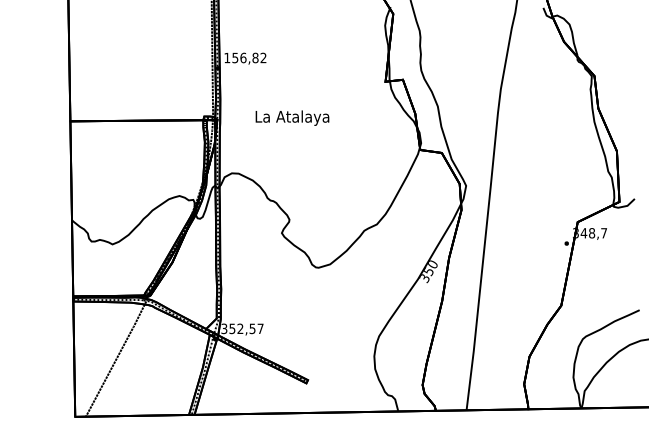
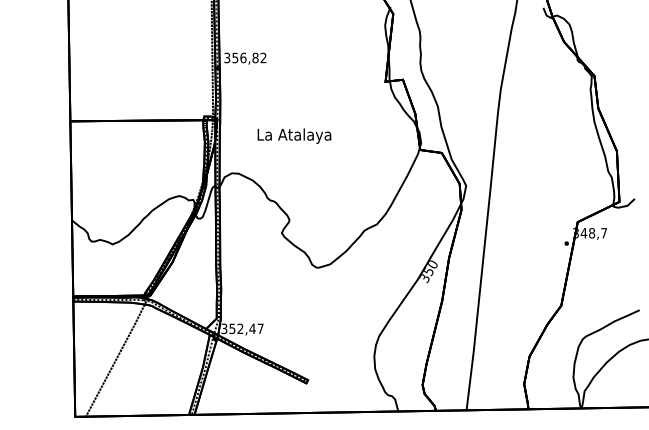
text at (227, 57): 156,82 -> 356,82
text at (292, 117) position: (292, 117) -> (294, 135)
text at (252, 328): 352,57 -> 352,47
